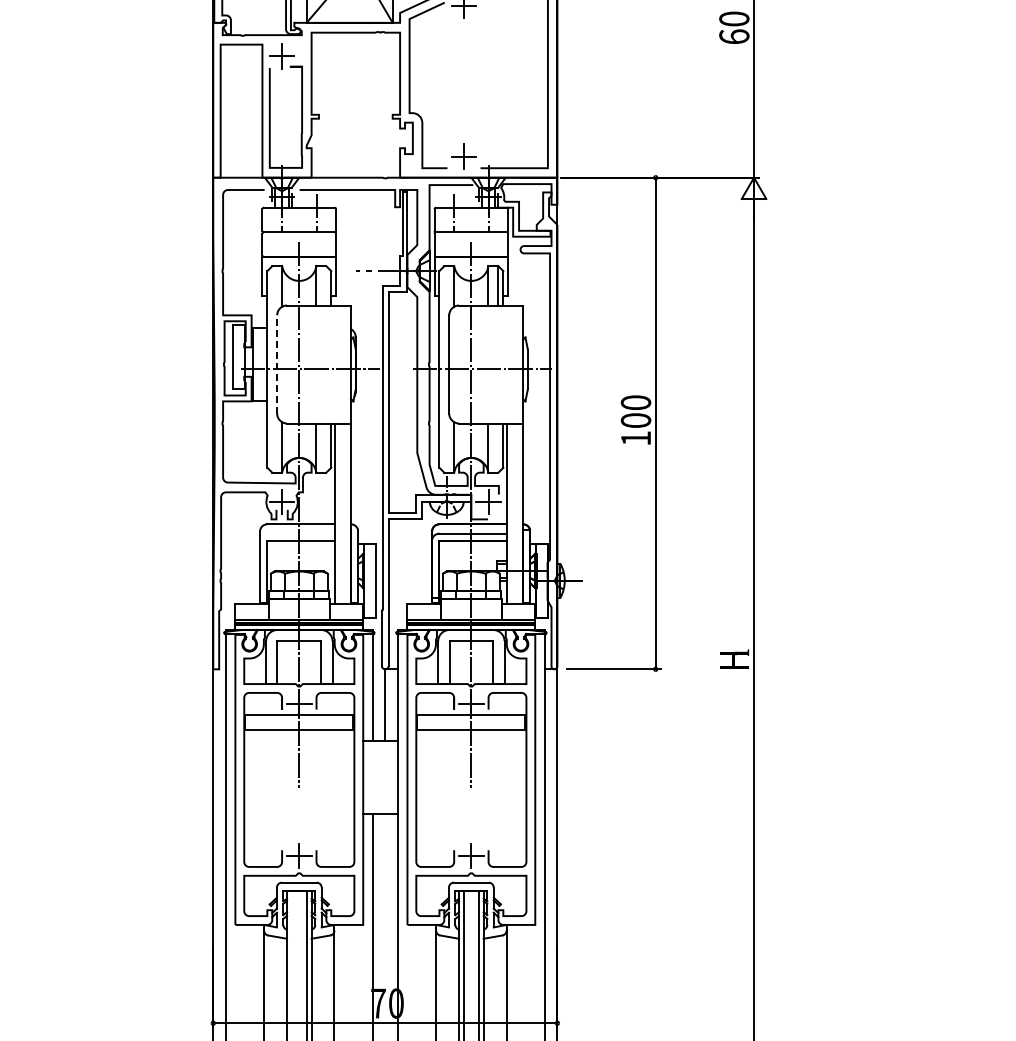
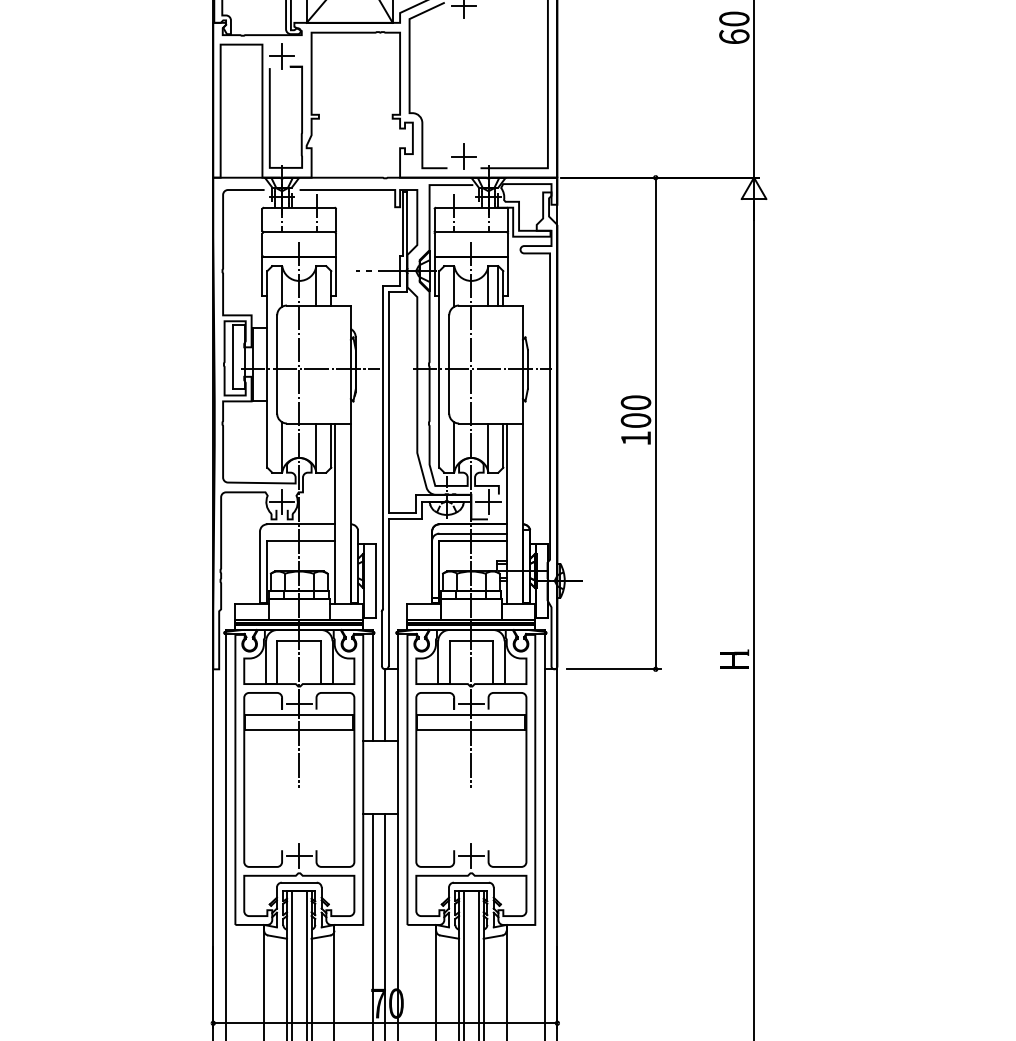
line at (277, 364): dashed -> solid
line at (385, 925): none -> present
line at (291, 963): none -> present
